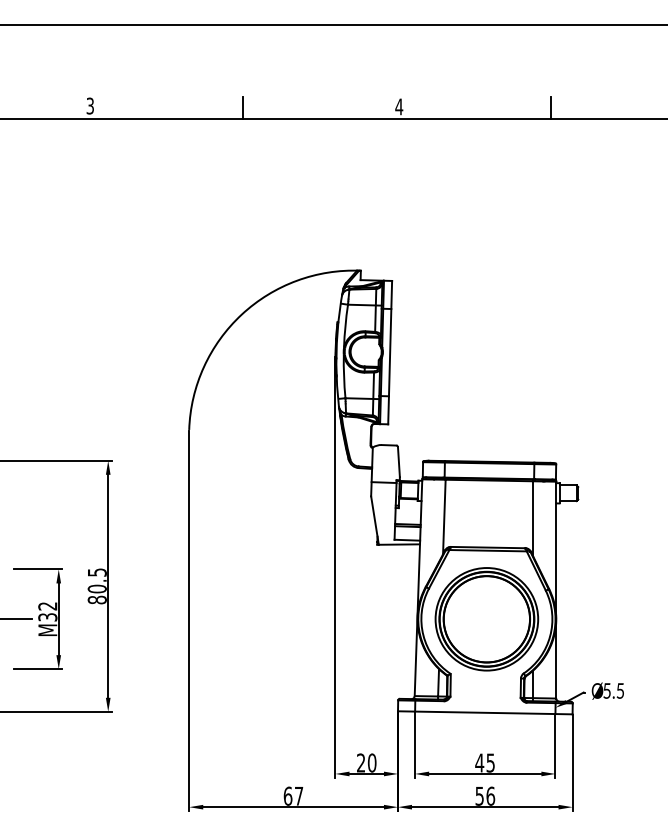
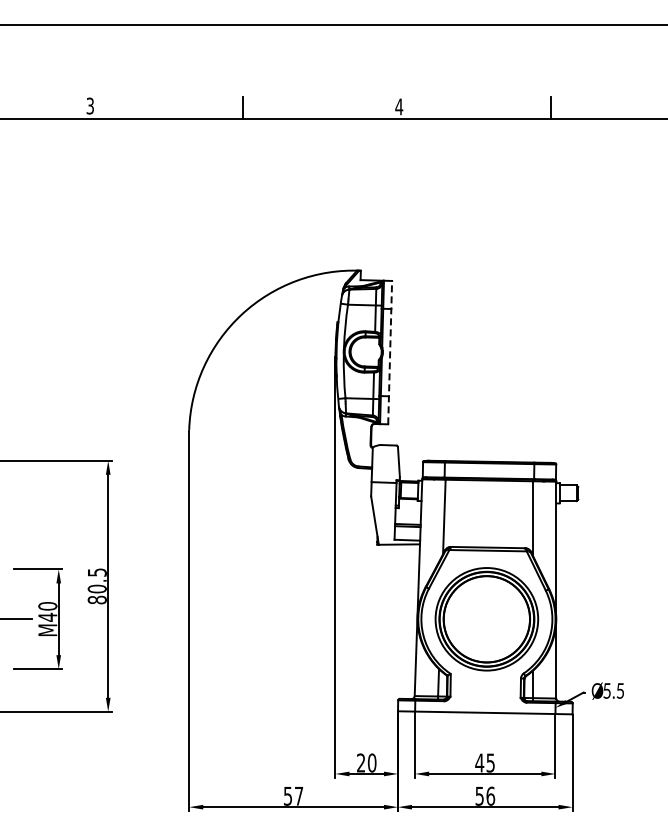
line at (390, 352): solid -> dashed
text at (47, 611): M32 -> M40
text at (287, 795): 67 -> 57
